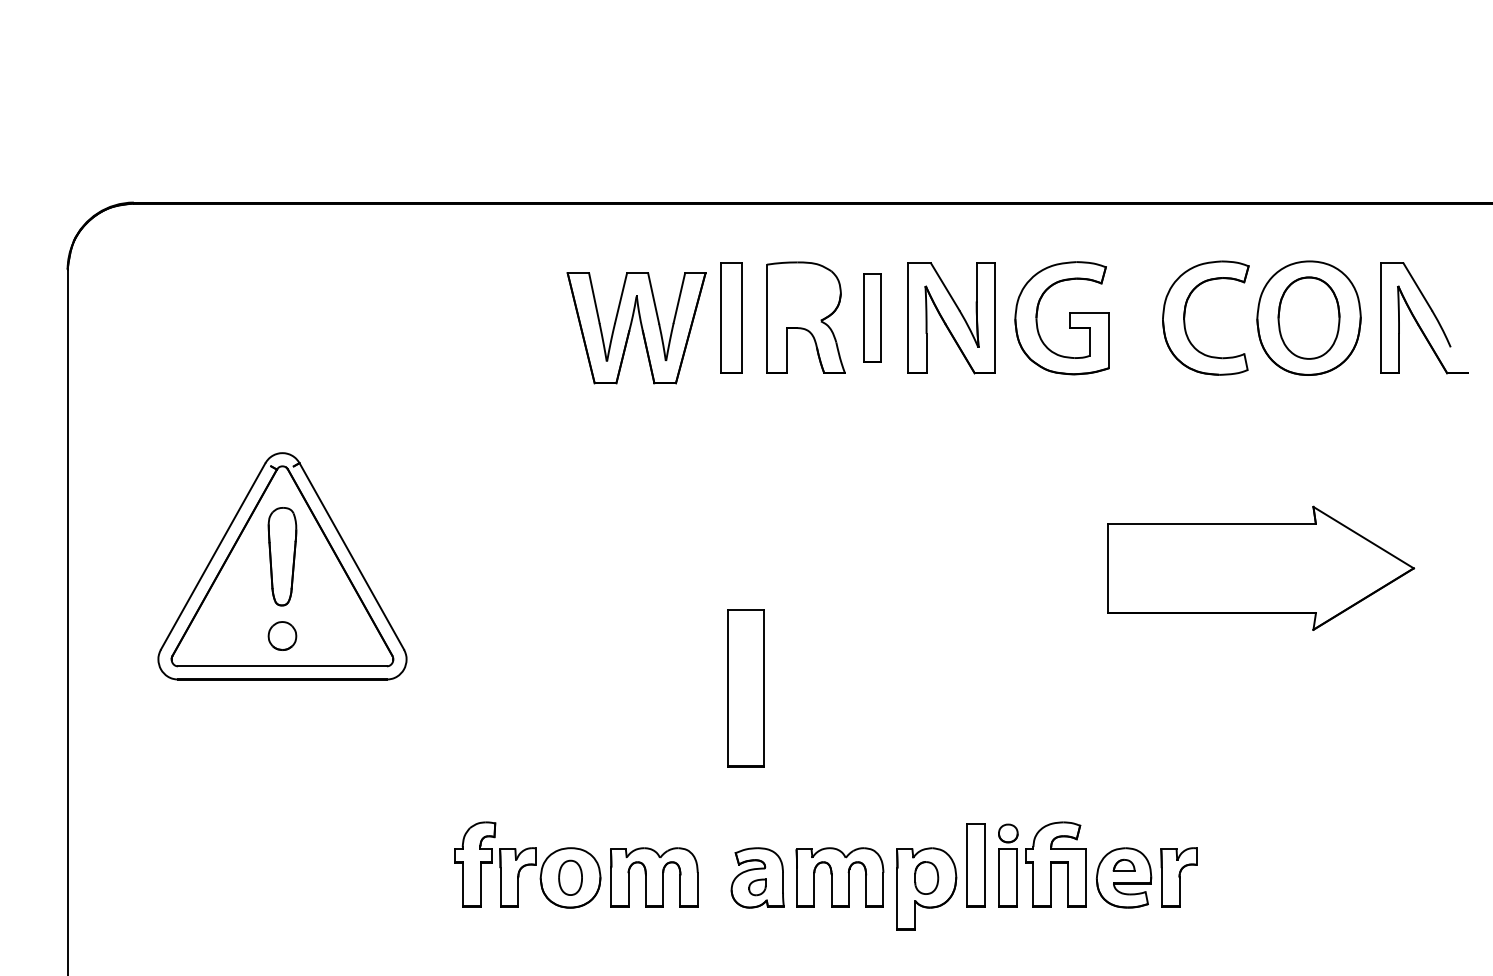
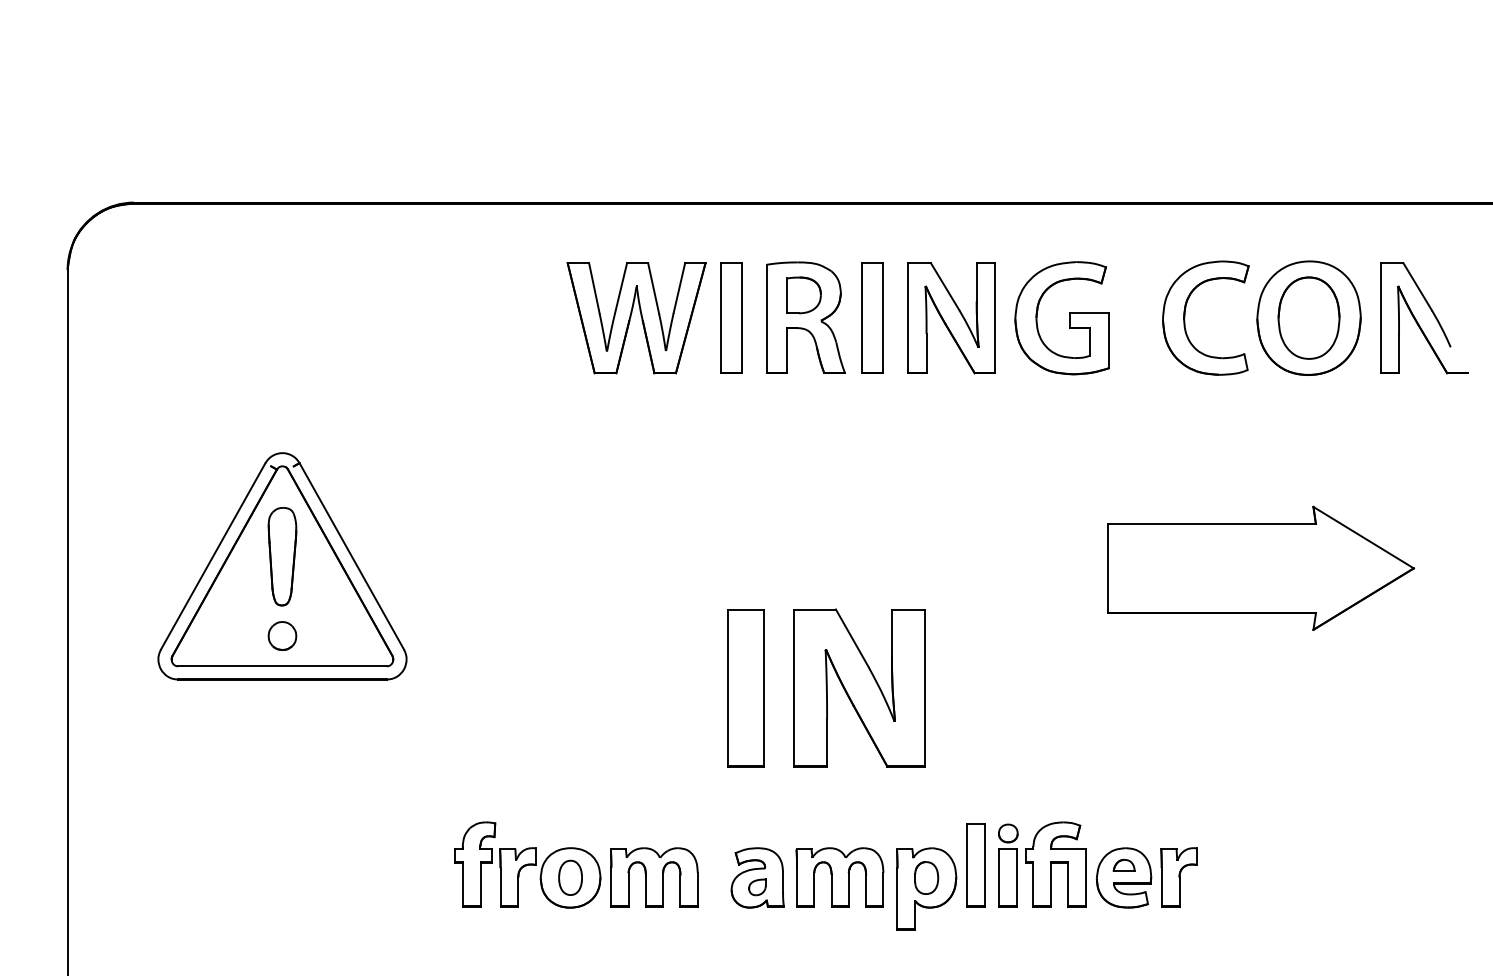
part at (803, 295): none -> present
part at (872, 317) size: 19x90 px -> 23x112 px
part at (636, 328) position: (636, 328) -> (636, 318)
part at (859, 687): none -> present
